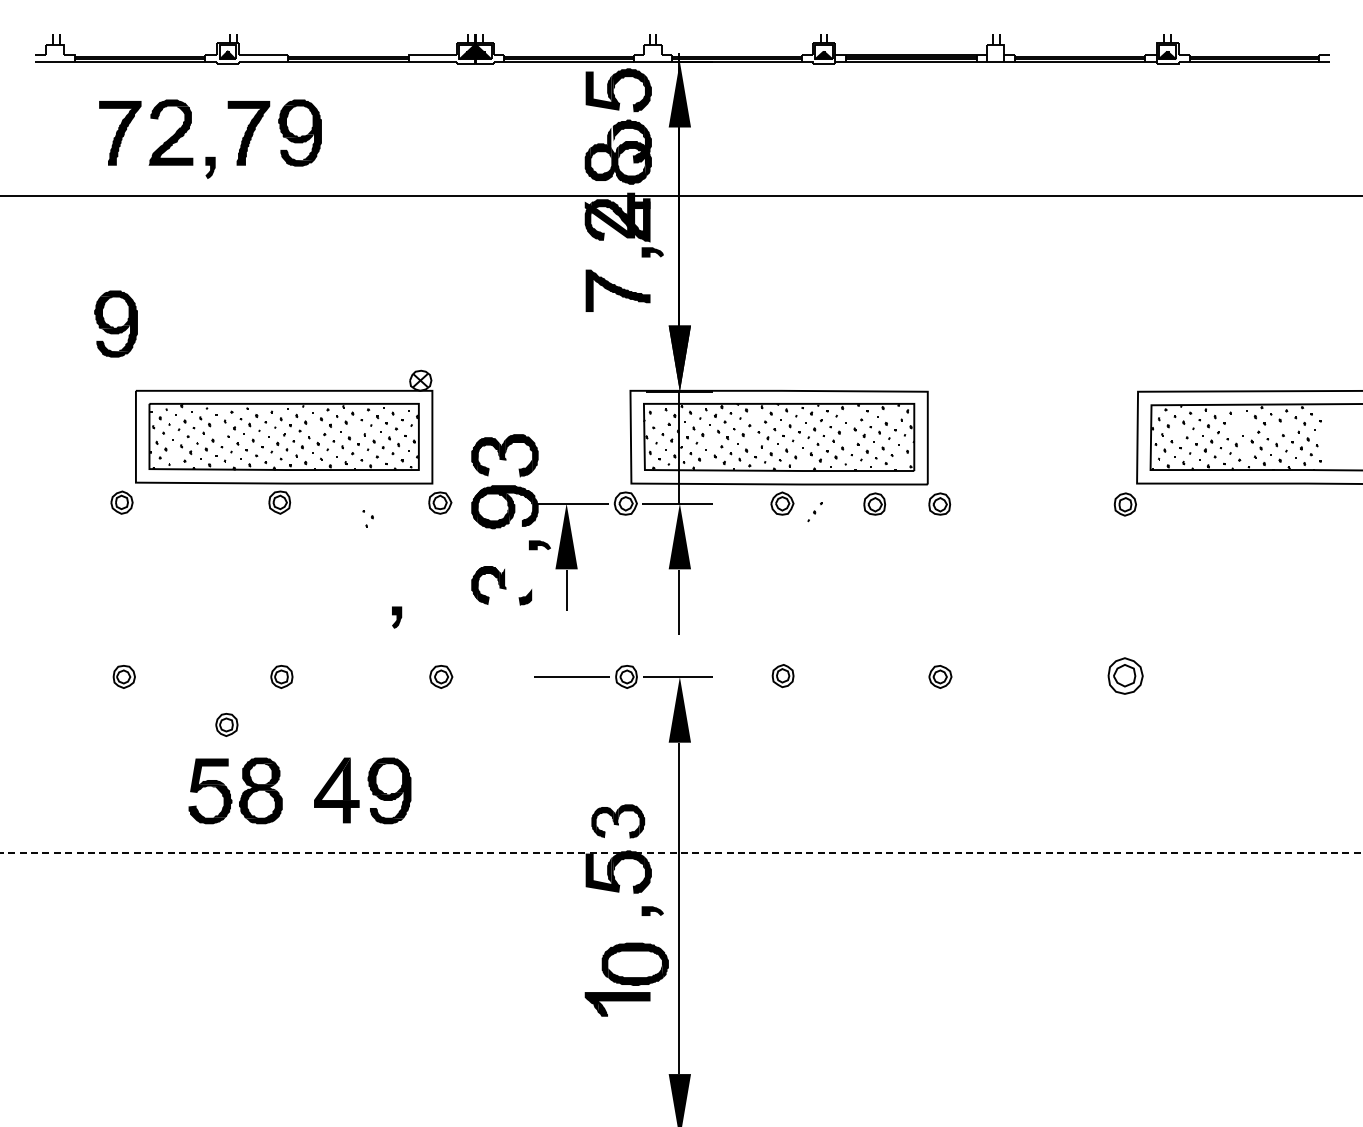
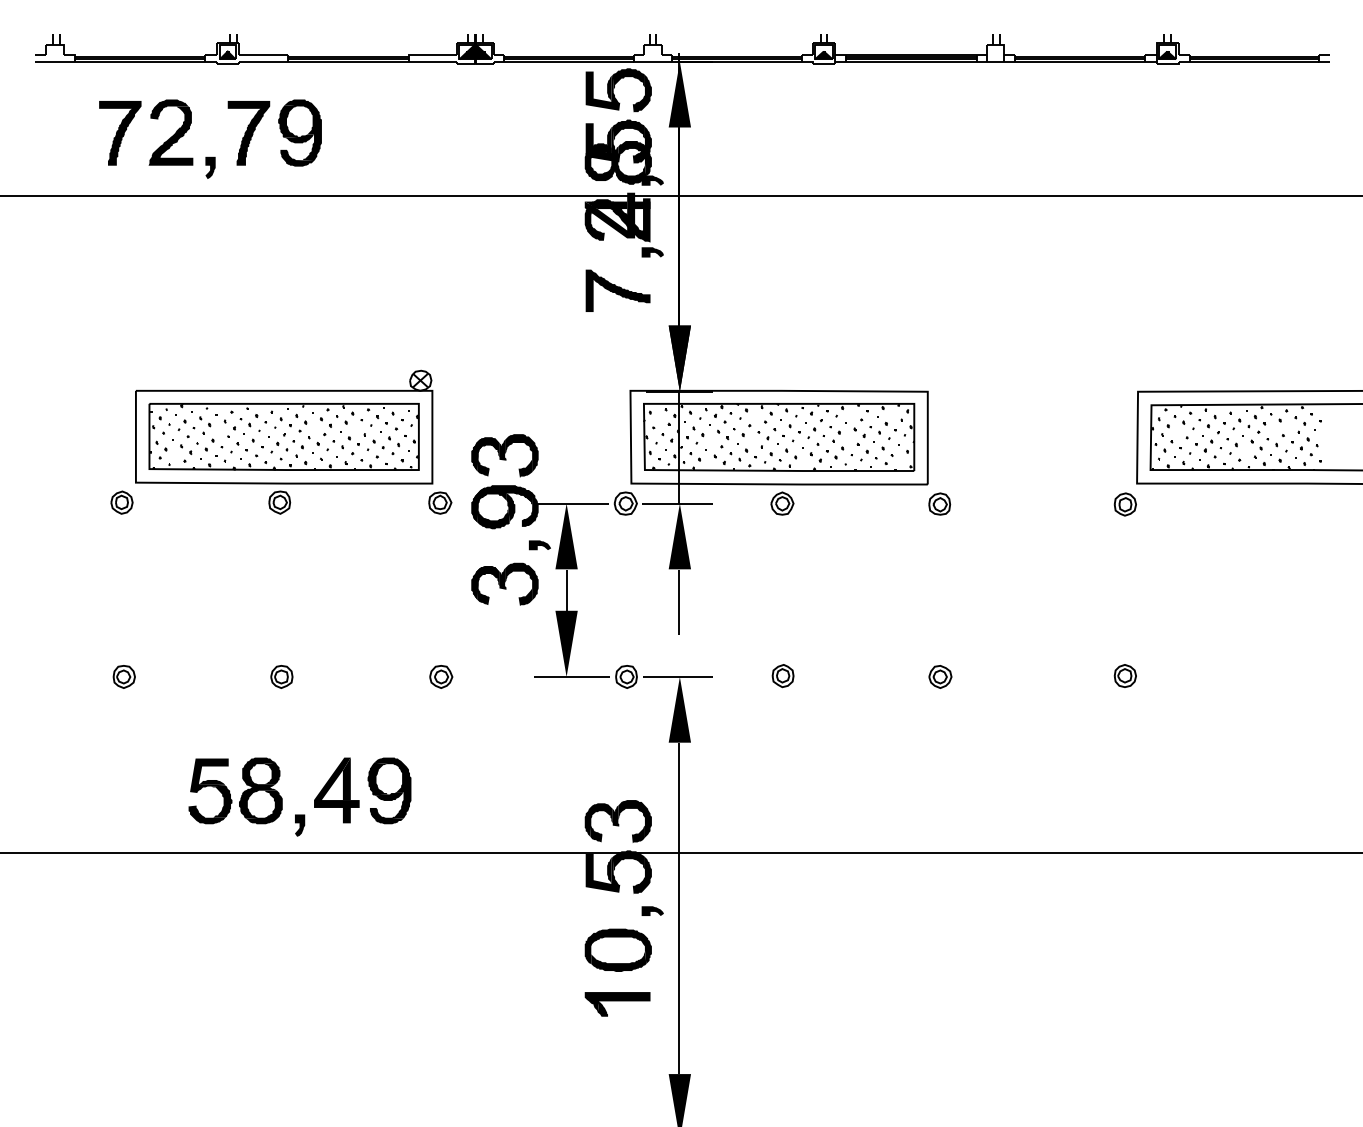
fill at (602, 142): none -> present
fill at (652, 180): none -> present
fill at (605, 205): none -> present
part at (115, 323): present -> none
part at (1241, 424): none -> present
part at (874, 503): present -> none
part at (814, 512): present -> none
part at (367, 518): present -> none
fill at (521, 581): none -> present
part at (397, 617) position: (397, 617) -> (300, 825)
fill at (566, 643): none -> present
part at (1125, 675) size: 37x38 px -> 24x24 px
part at (226, 724): present -> none
part at (618, 821) size: 55x35 px -> 68x43 px
line at (681, 852): dashed -> solid
part at (634, 963) position: (634, 963) -> (617, 949)
